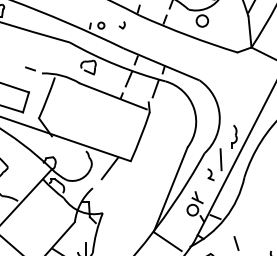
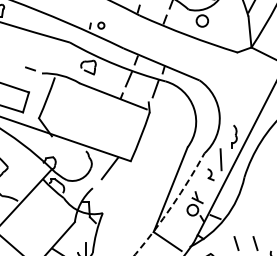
part at (121, 25): present -> none
arc at (171, 206): solid -> dashed
line at (255, 243): none -> present
